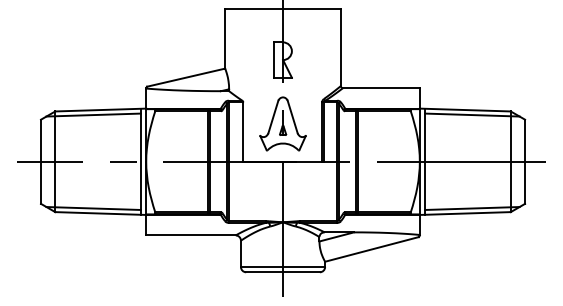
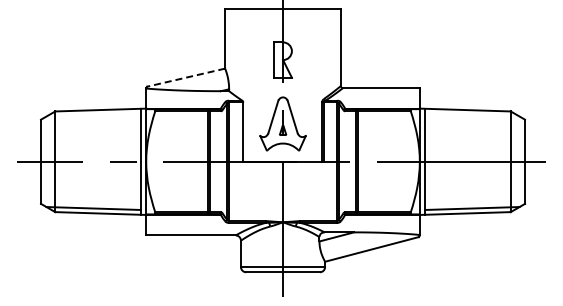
line at (185, 77): solid -> dashed
line at (93, 114): present -> none
line at (472, 114): present -> none
